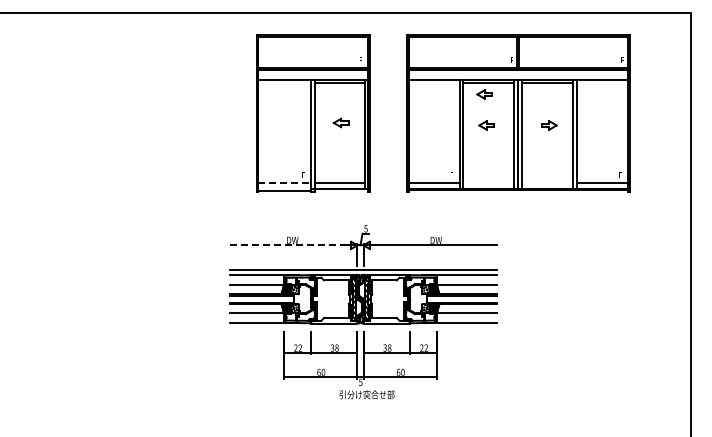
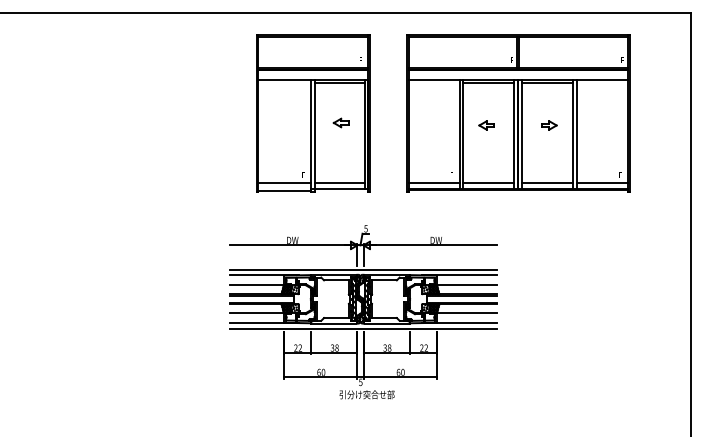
part at (484, 94): present -> none
line at (285, 182): dashed -> solid
line at (488, 182): none -> present
line at (547, 182): none -> present
line at (290, 245): dashed -> solid
line at (363, 328): none -> present
